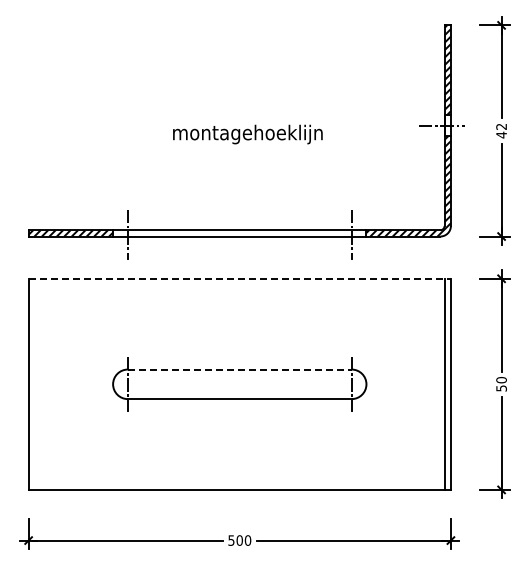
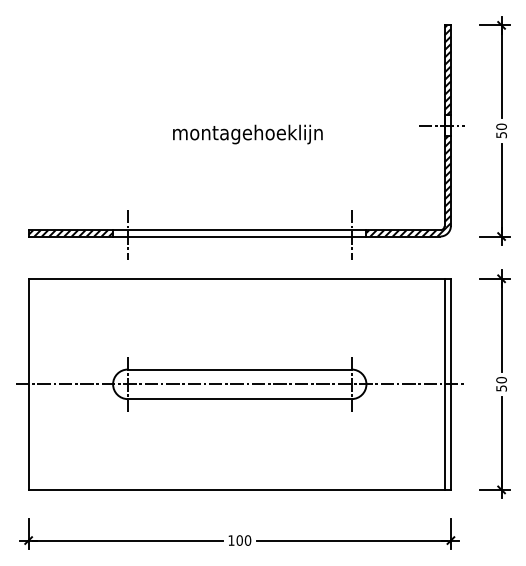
text at (501, 130): 42 -> 50
line at (240, 278): dashed -> solid
line at (239, 369): dashed -> solid
line at (239, 384): none -> present
text at (231, 540): 500 -> 100
